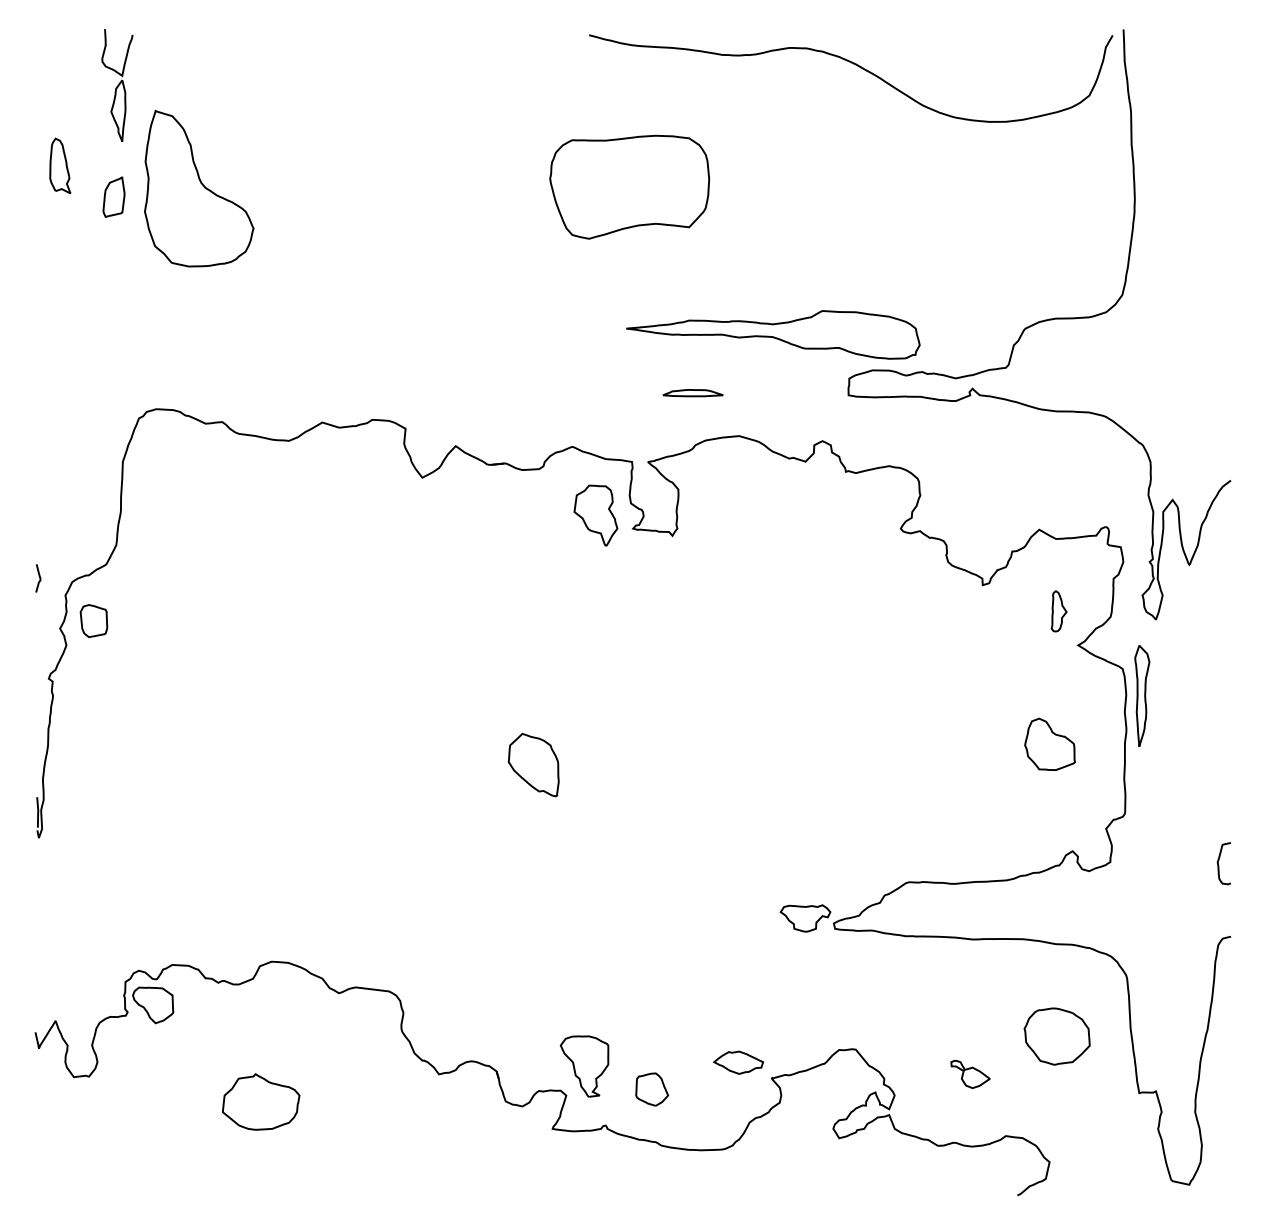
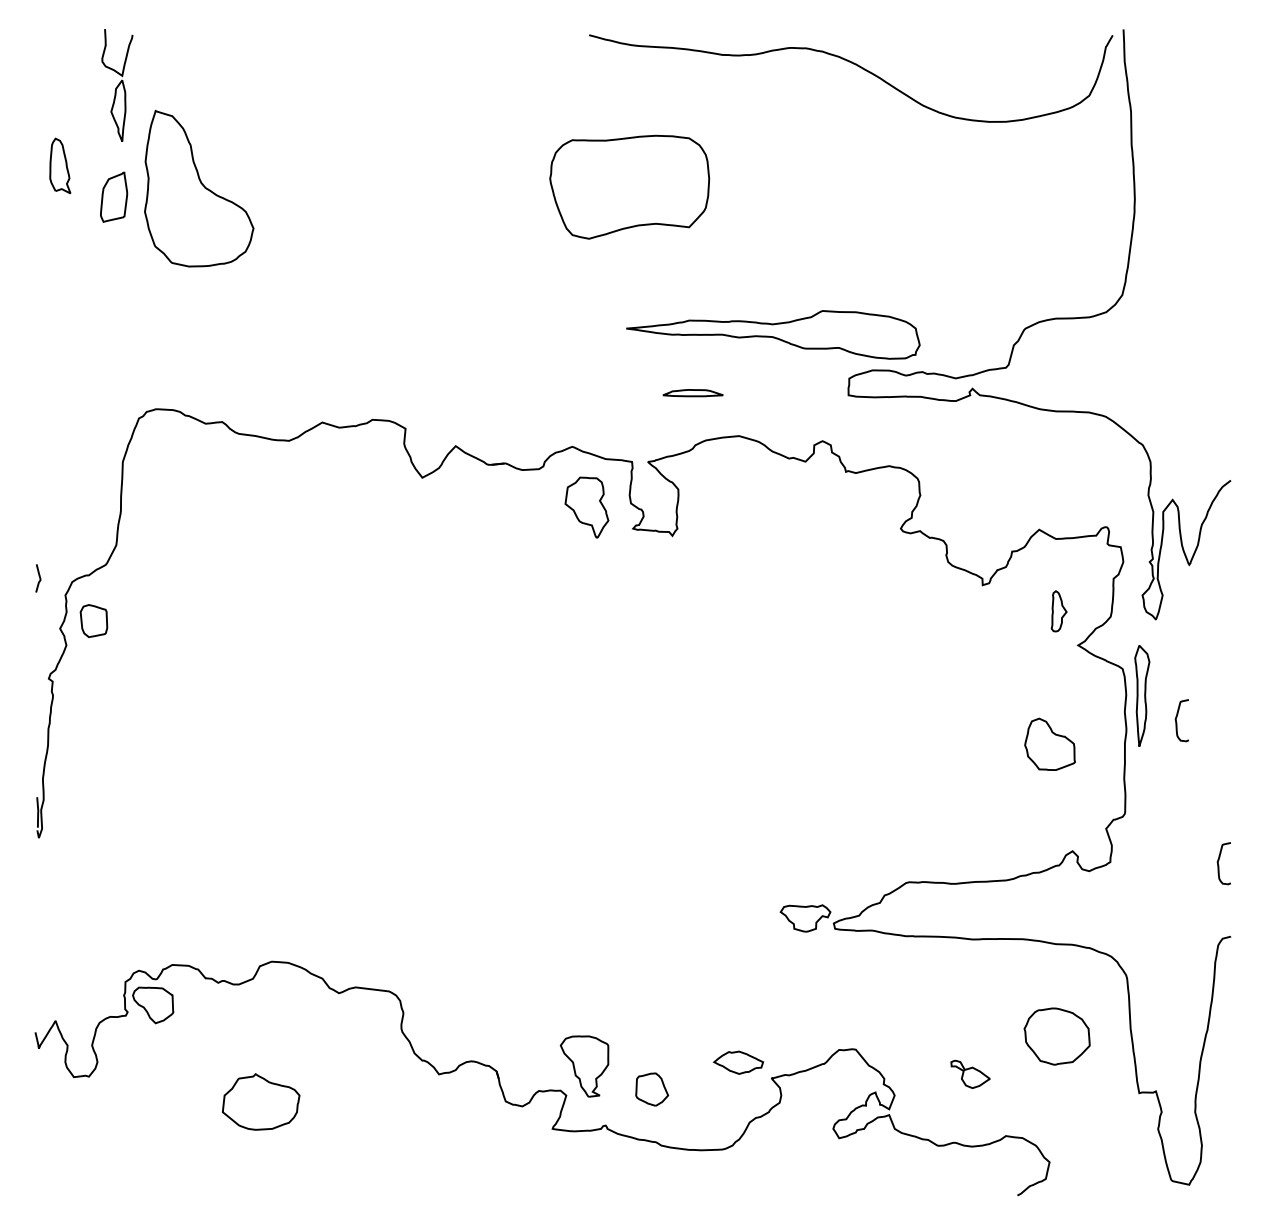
part at (113, 196) size: 24x42 px -> 29x52 px
part at (595, 515) position: (595, 515) -> (586, 507)
curve at (1177, 722): none -> present
part at (533, 764): present -> none
